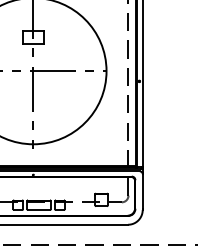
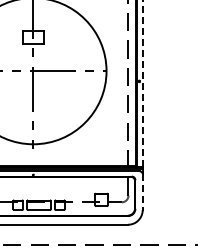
line at (143, 83): solid -> dashed
line at (142, 192): solid -> dashed
